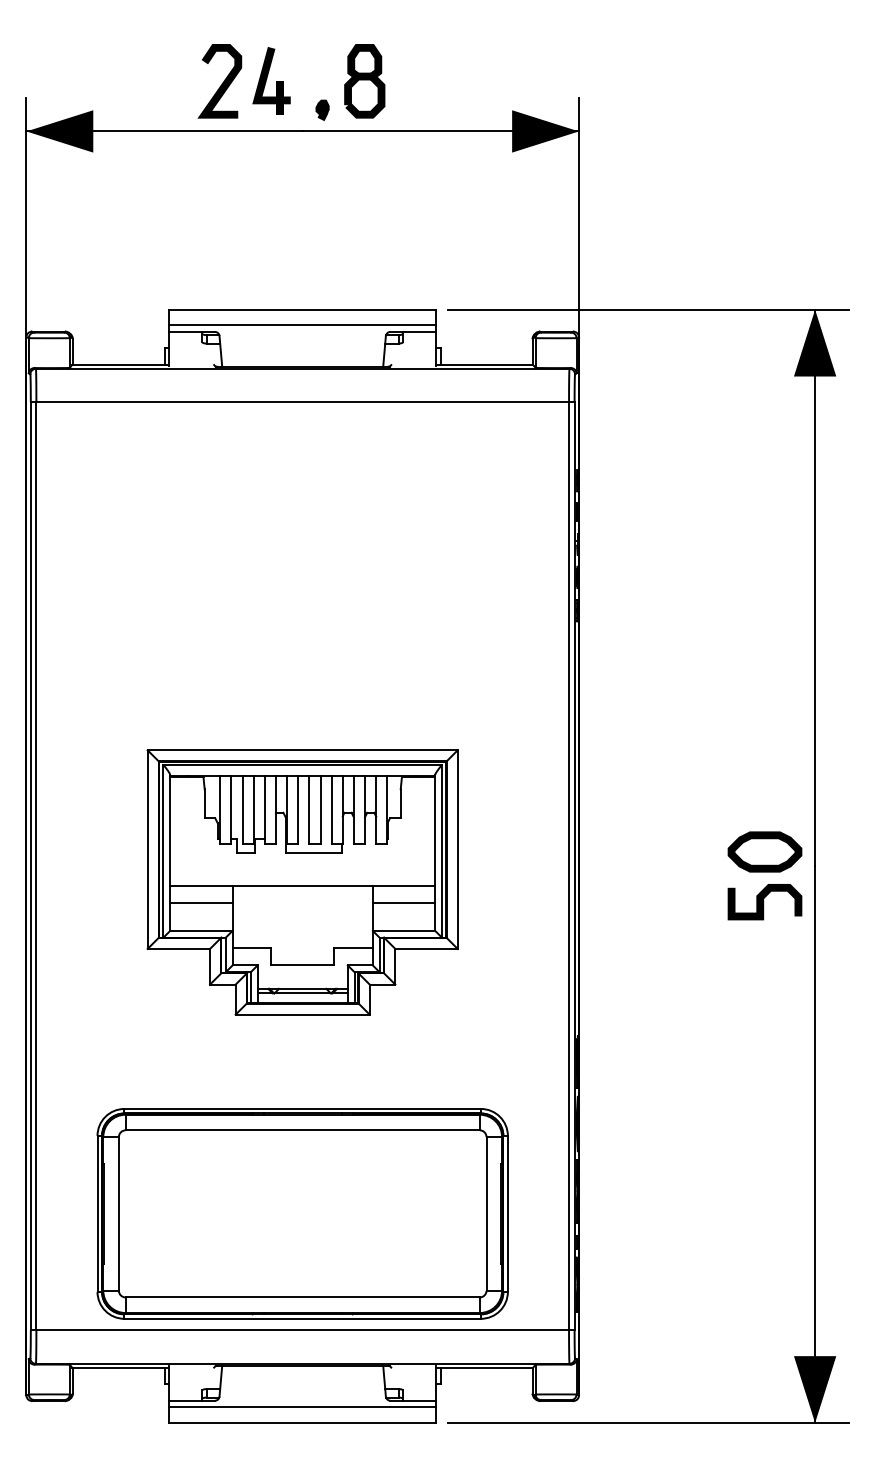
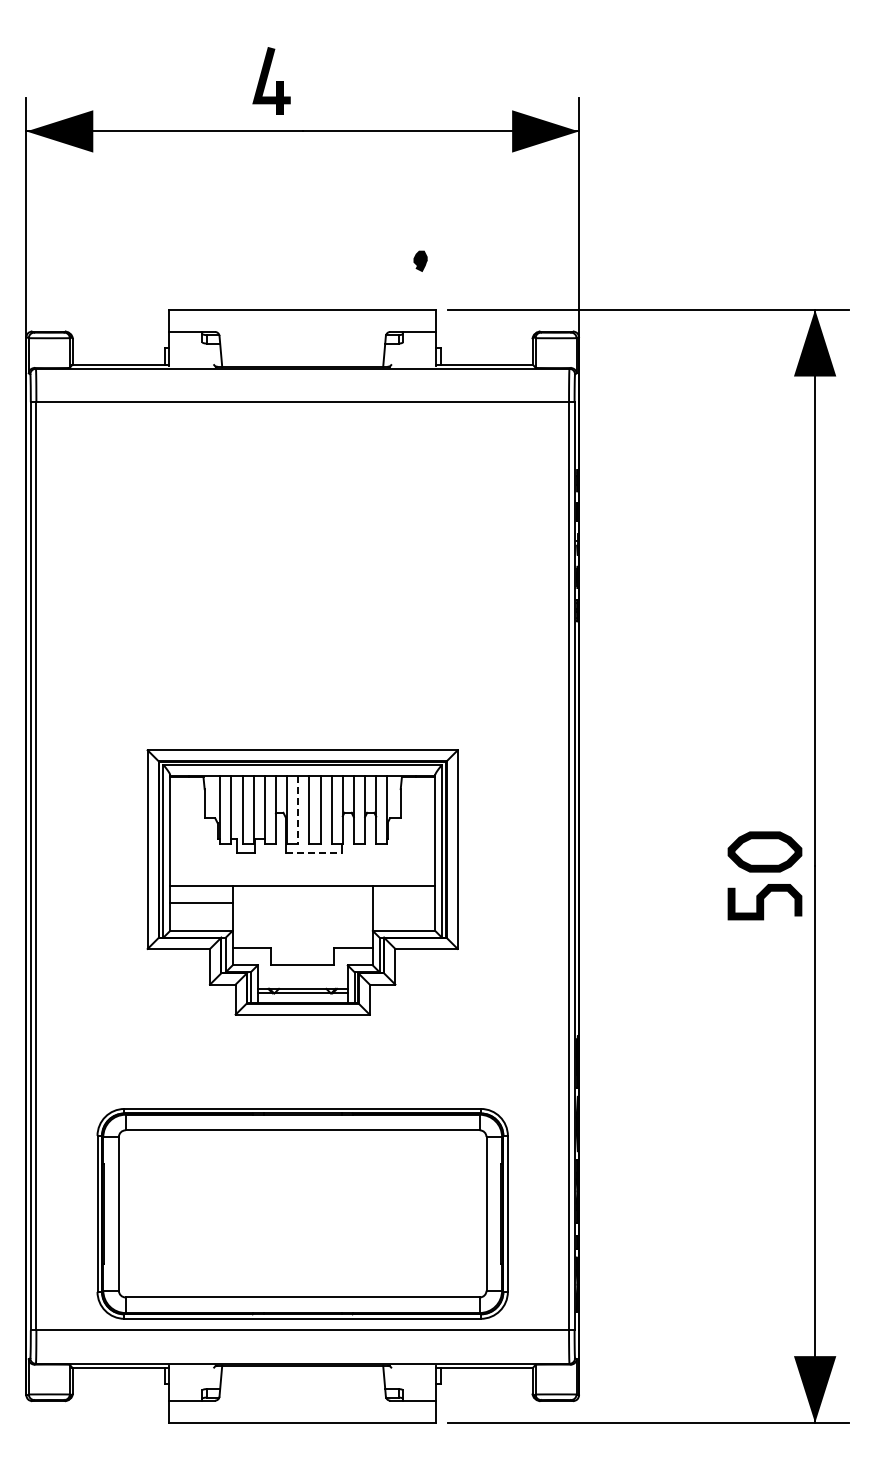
part at (364, 81): present -> none
curve at (222, 82): present -> none
part at (322, 109) position: (322, 109) -> (420, 260)
line at (302, 325): present -> none
line at (298, 810): solid -> dashed
line at (314, 852): solid -> dashed
line at (403, 903): present -> none
line at (302, 1407): present -> none
